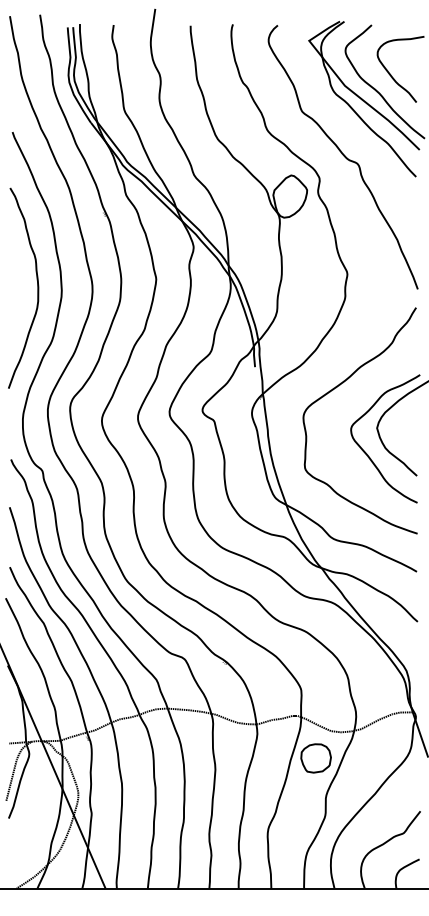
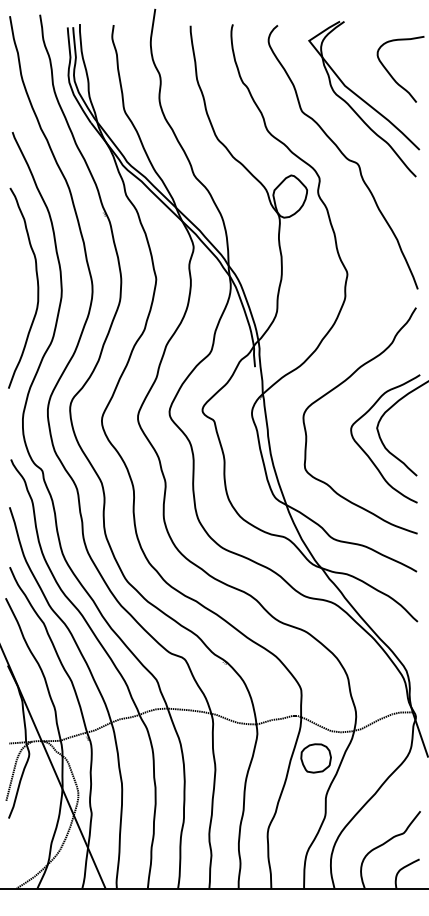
curve at (376, 89): present -> none
